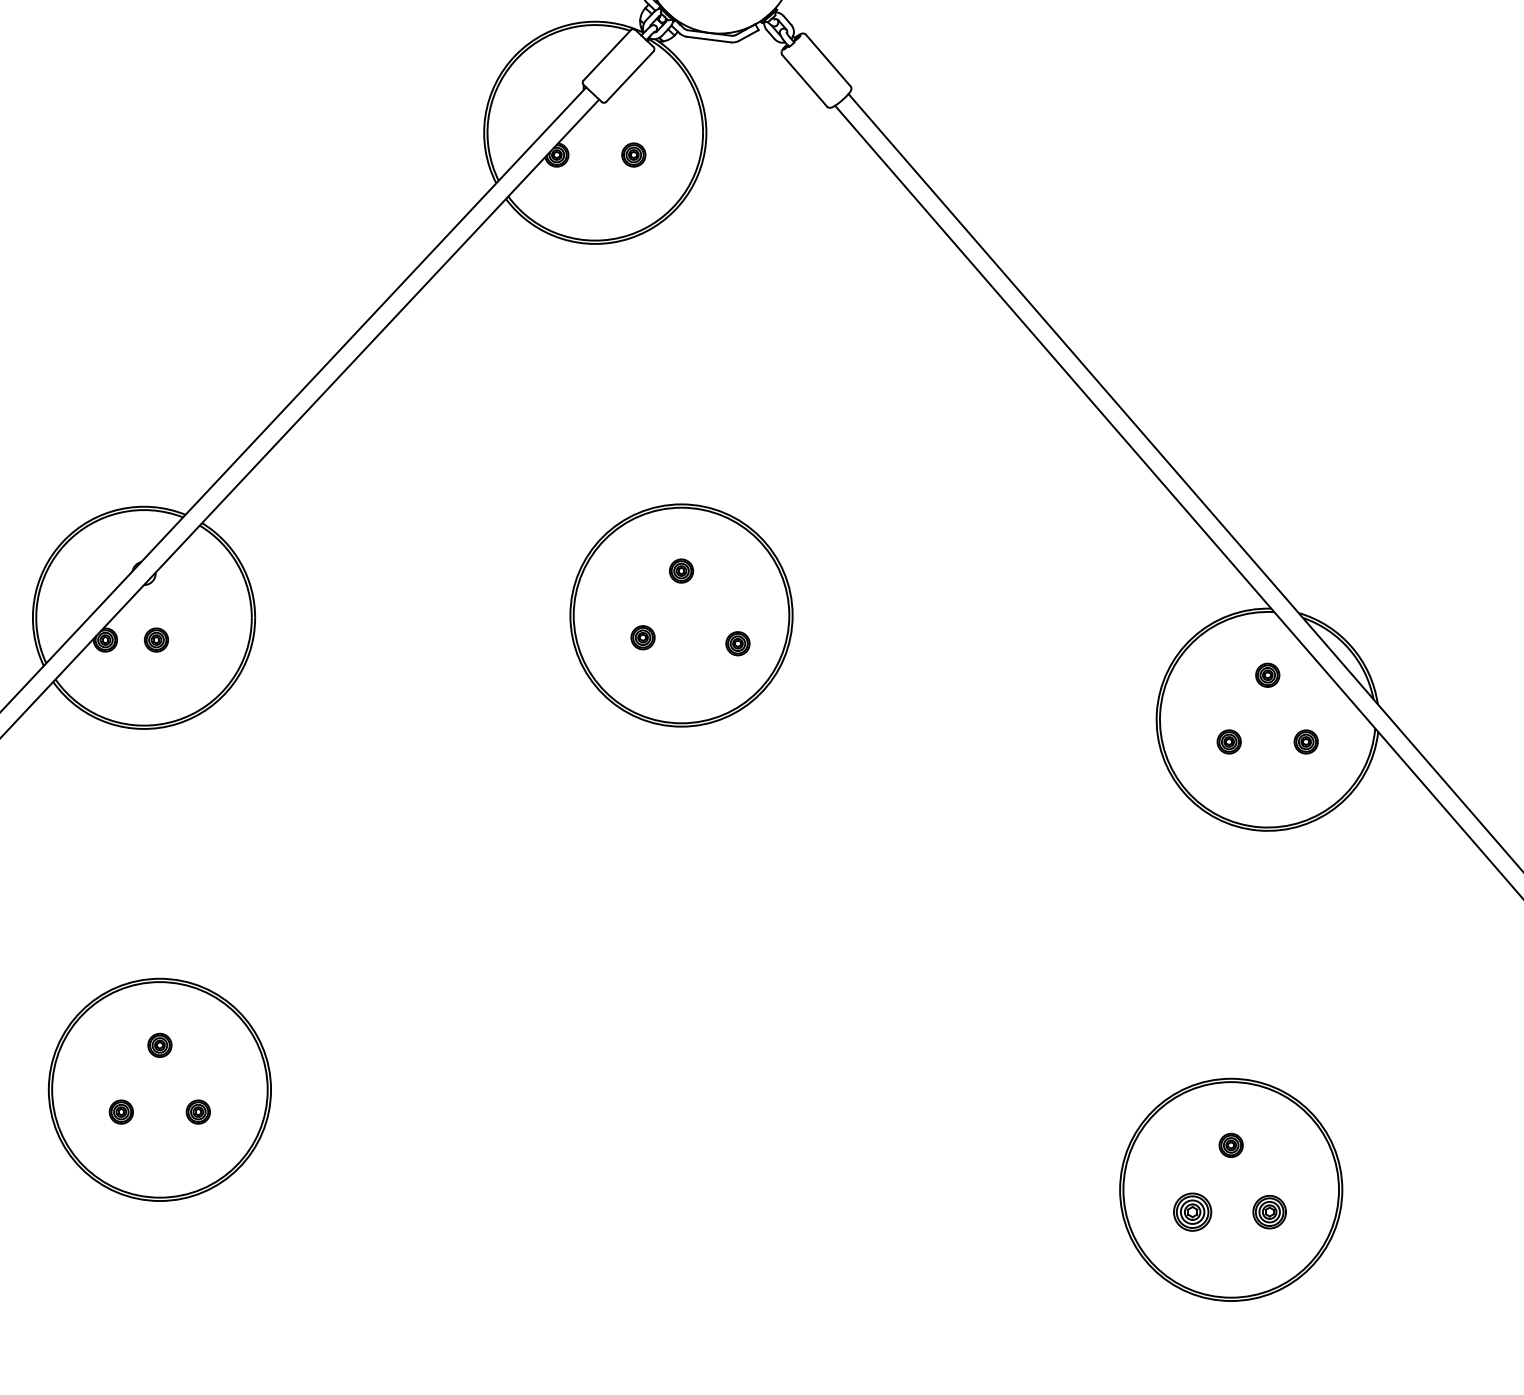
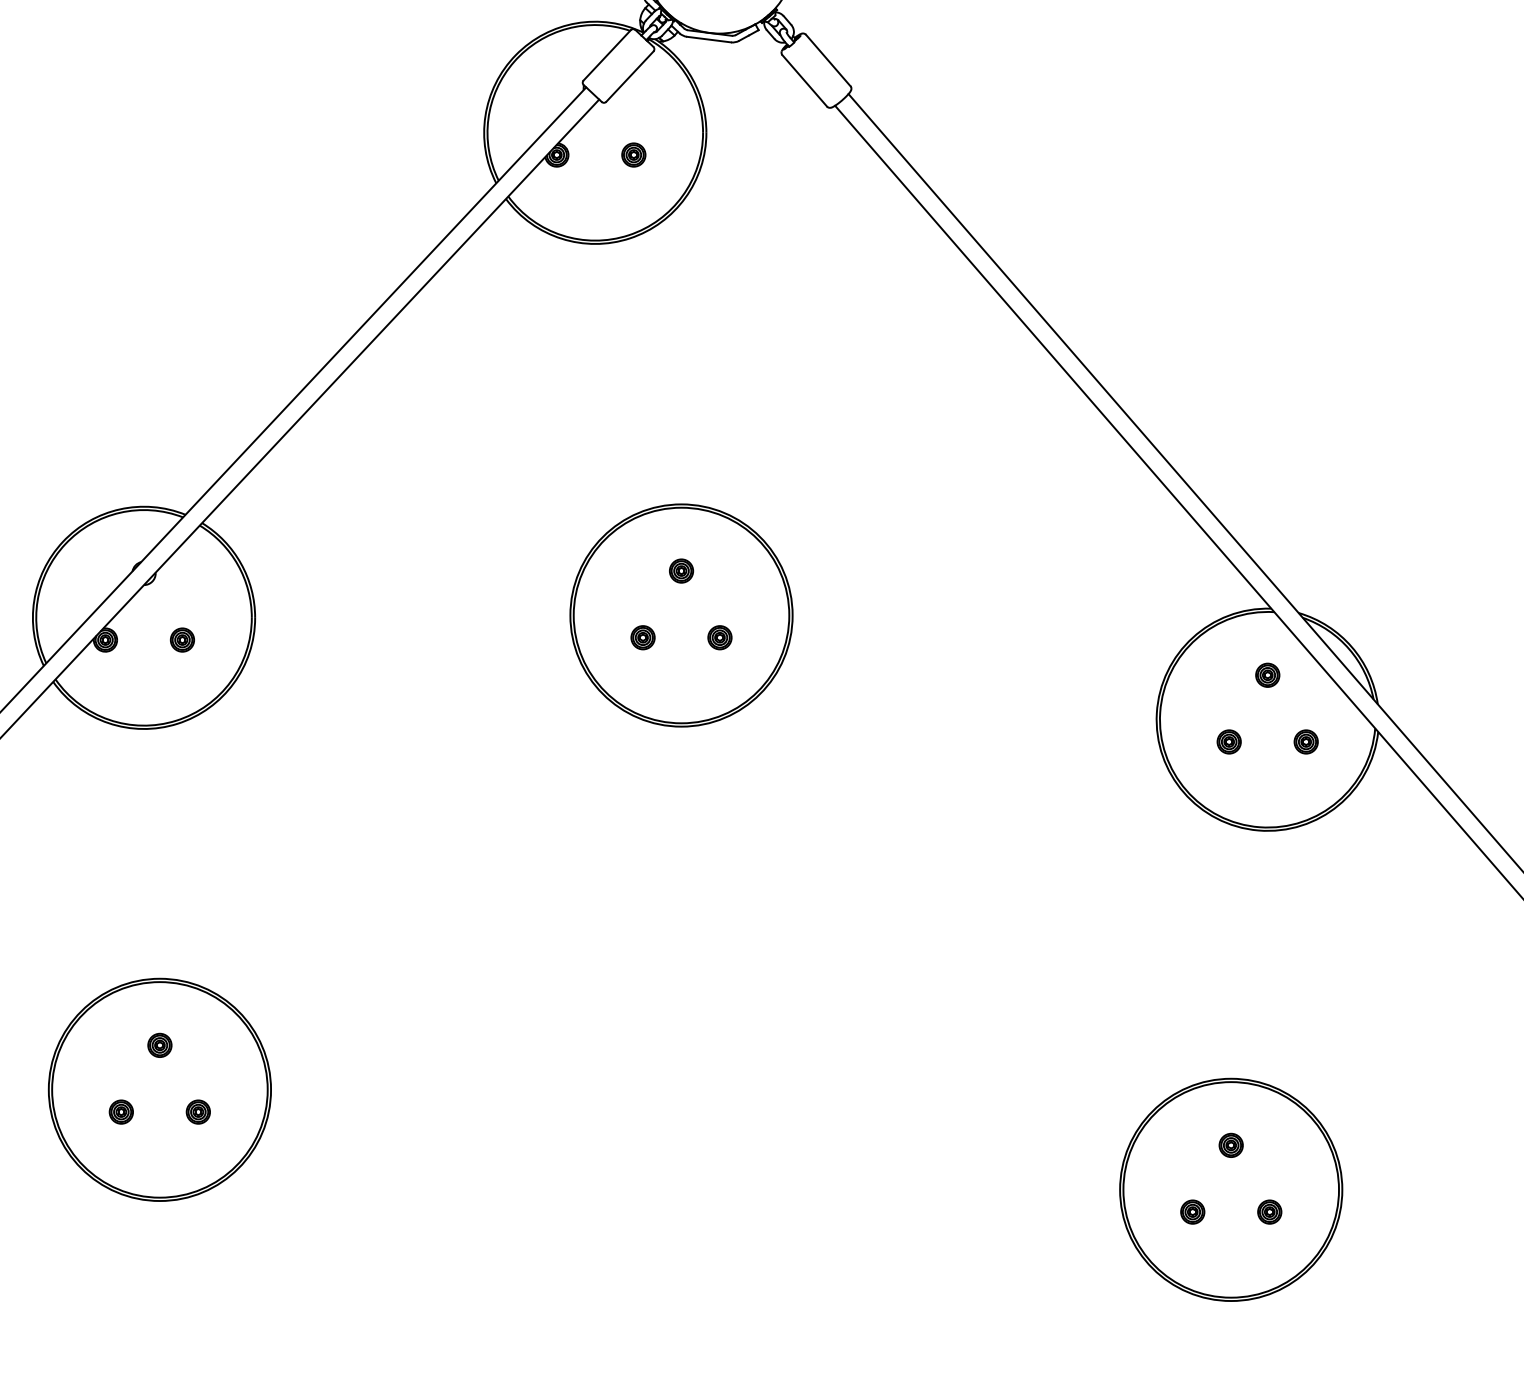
part at (156, 639) position: (156, 639) -> (182, 639)
part at (737, 643) position: (737, 643) -> (719, 637)
part at (1192, 1211) size: 40x40 px -> 26x26 px
part at (1269, 1212) size: 35x35 px -> 26x26 px
